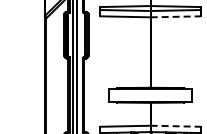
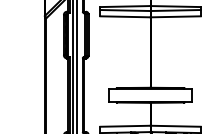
line at (176, 16): dashed -> solid
line at (176, 126): dashed -> solid
